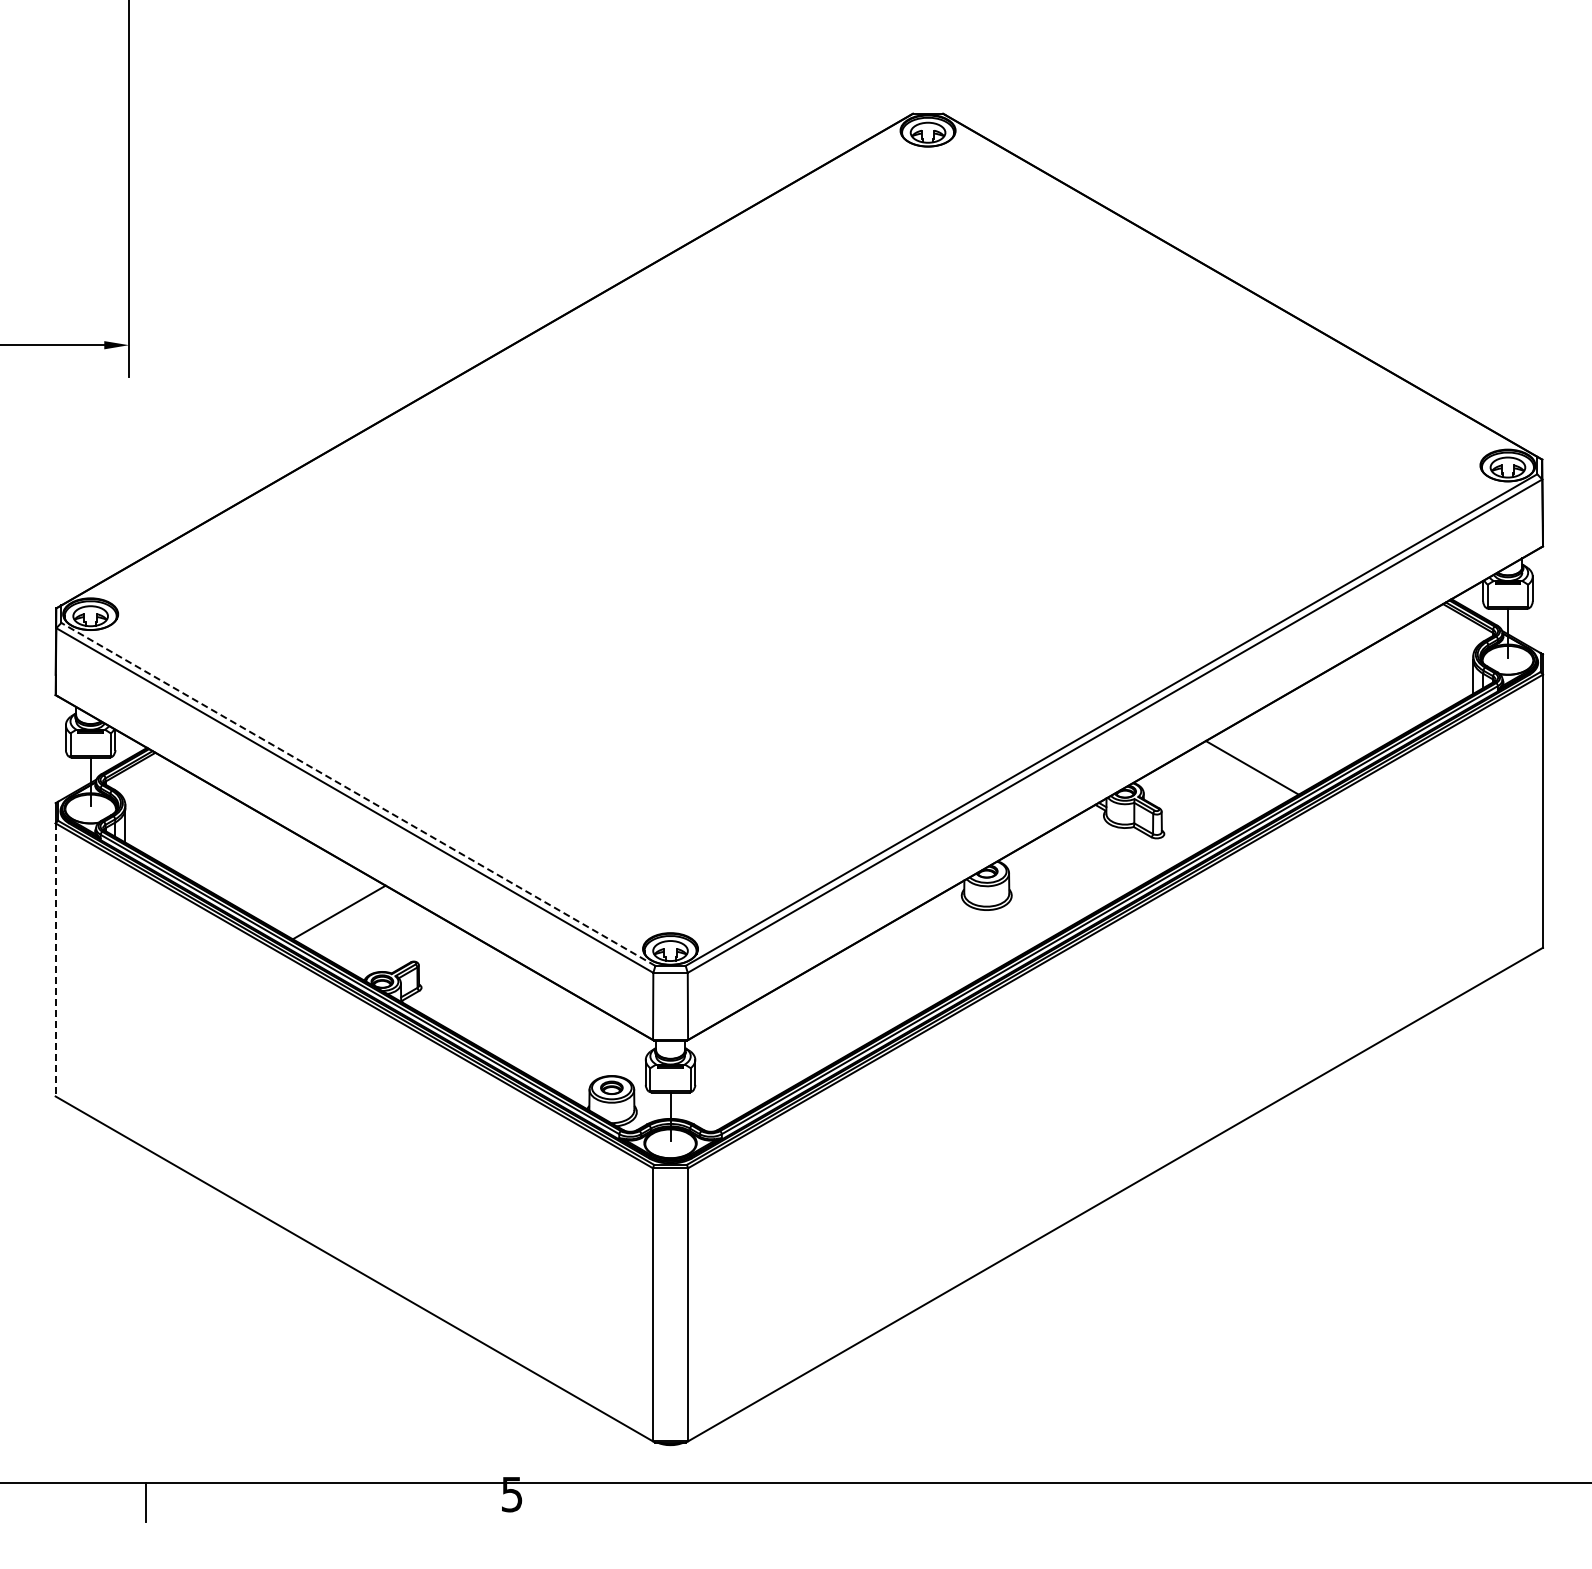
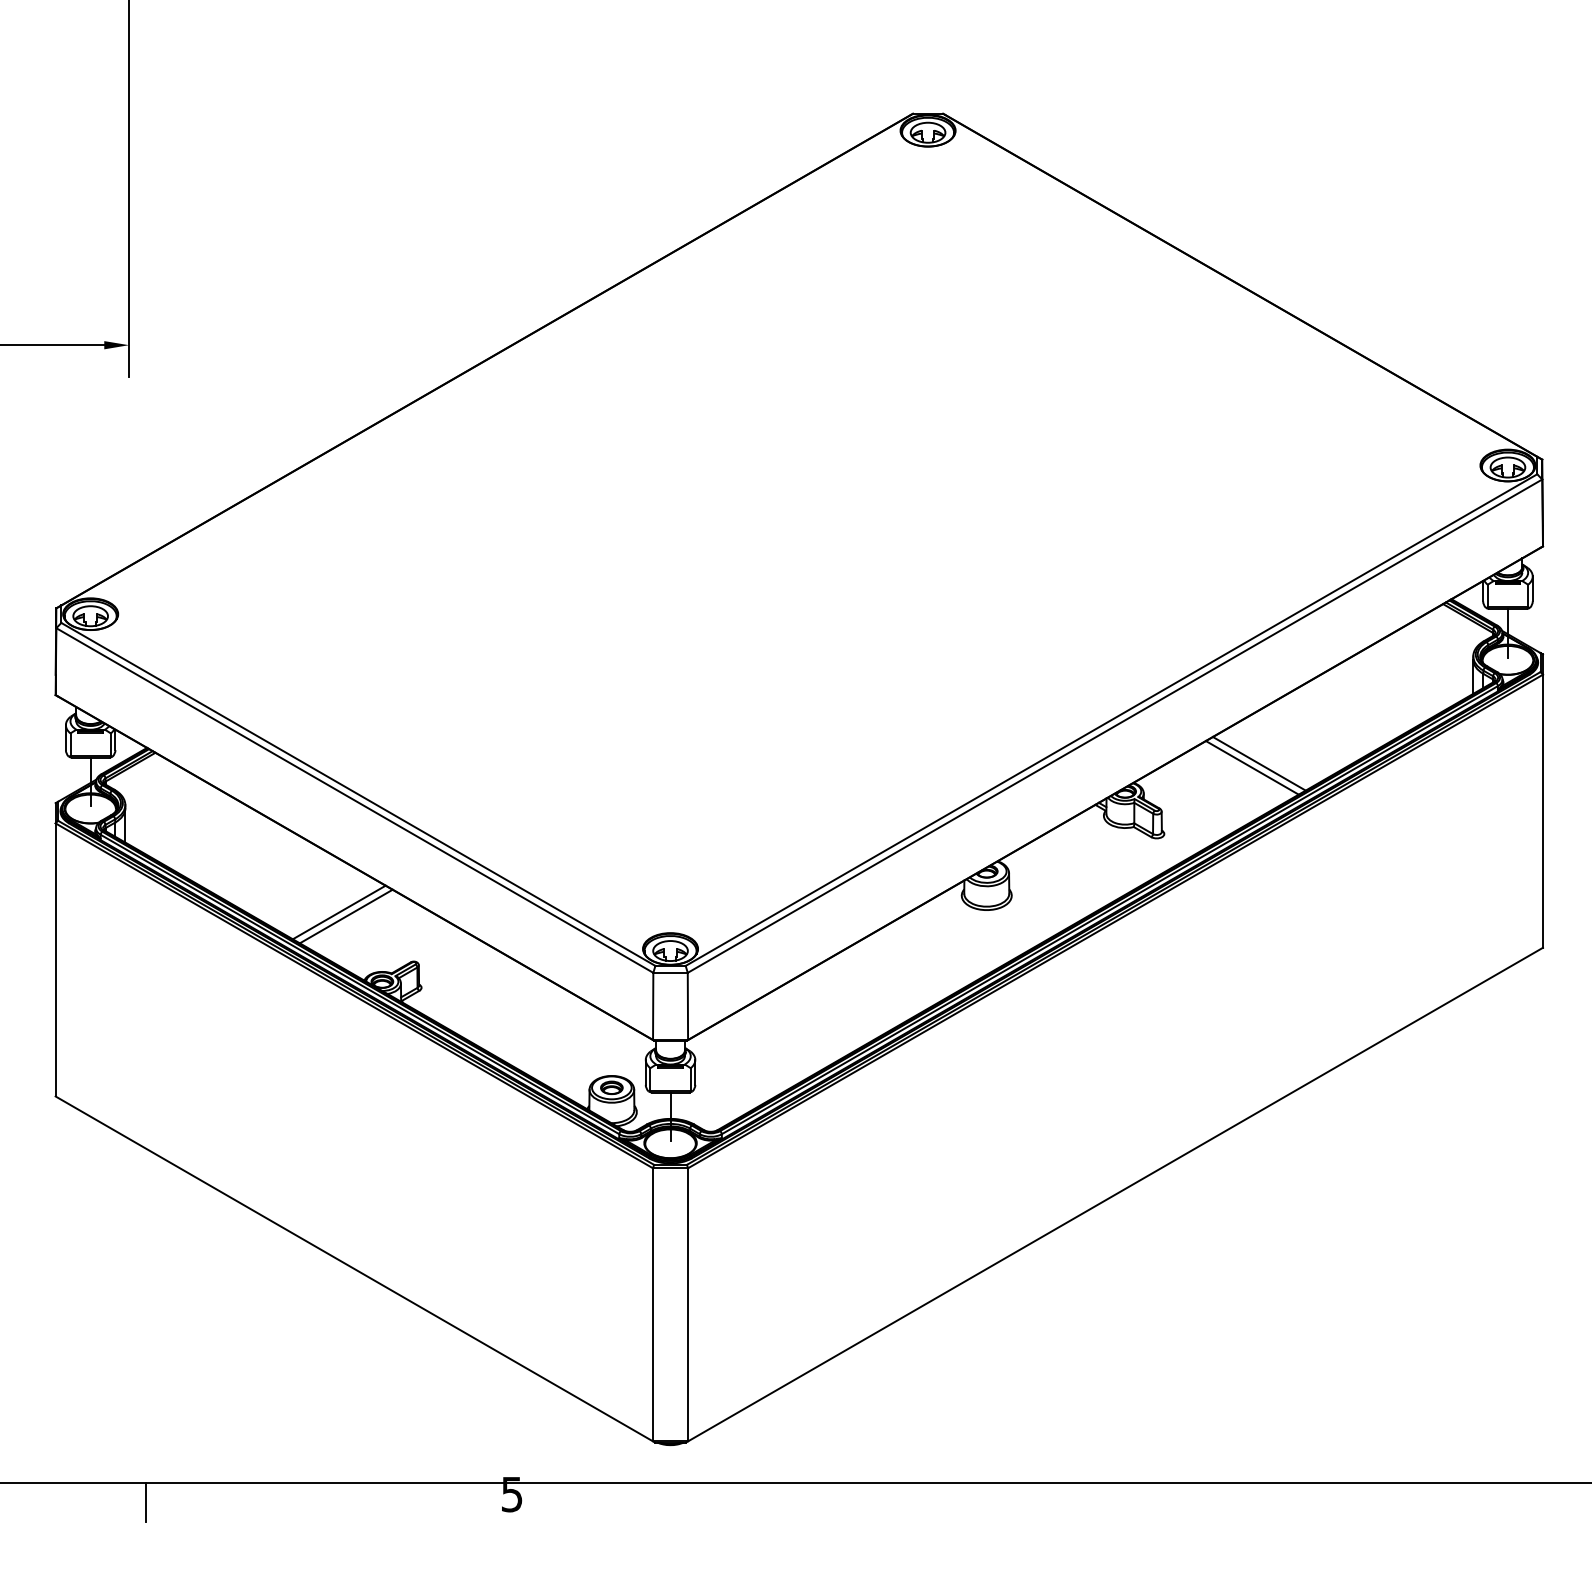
line at (1258, 763): none -> present
line at (358, 794): dashed -> solid
line at (345, 916): none -> present
line at (55, 959): dashed -> solid
